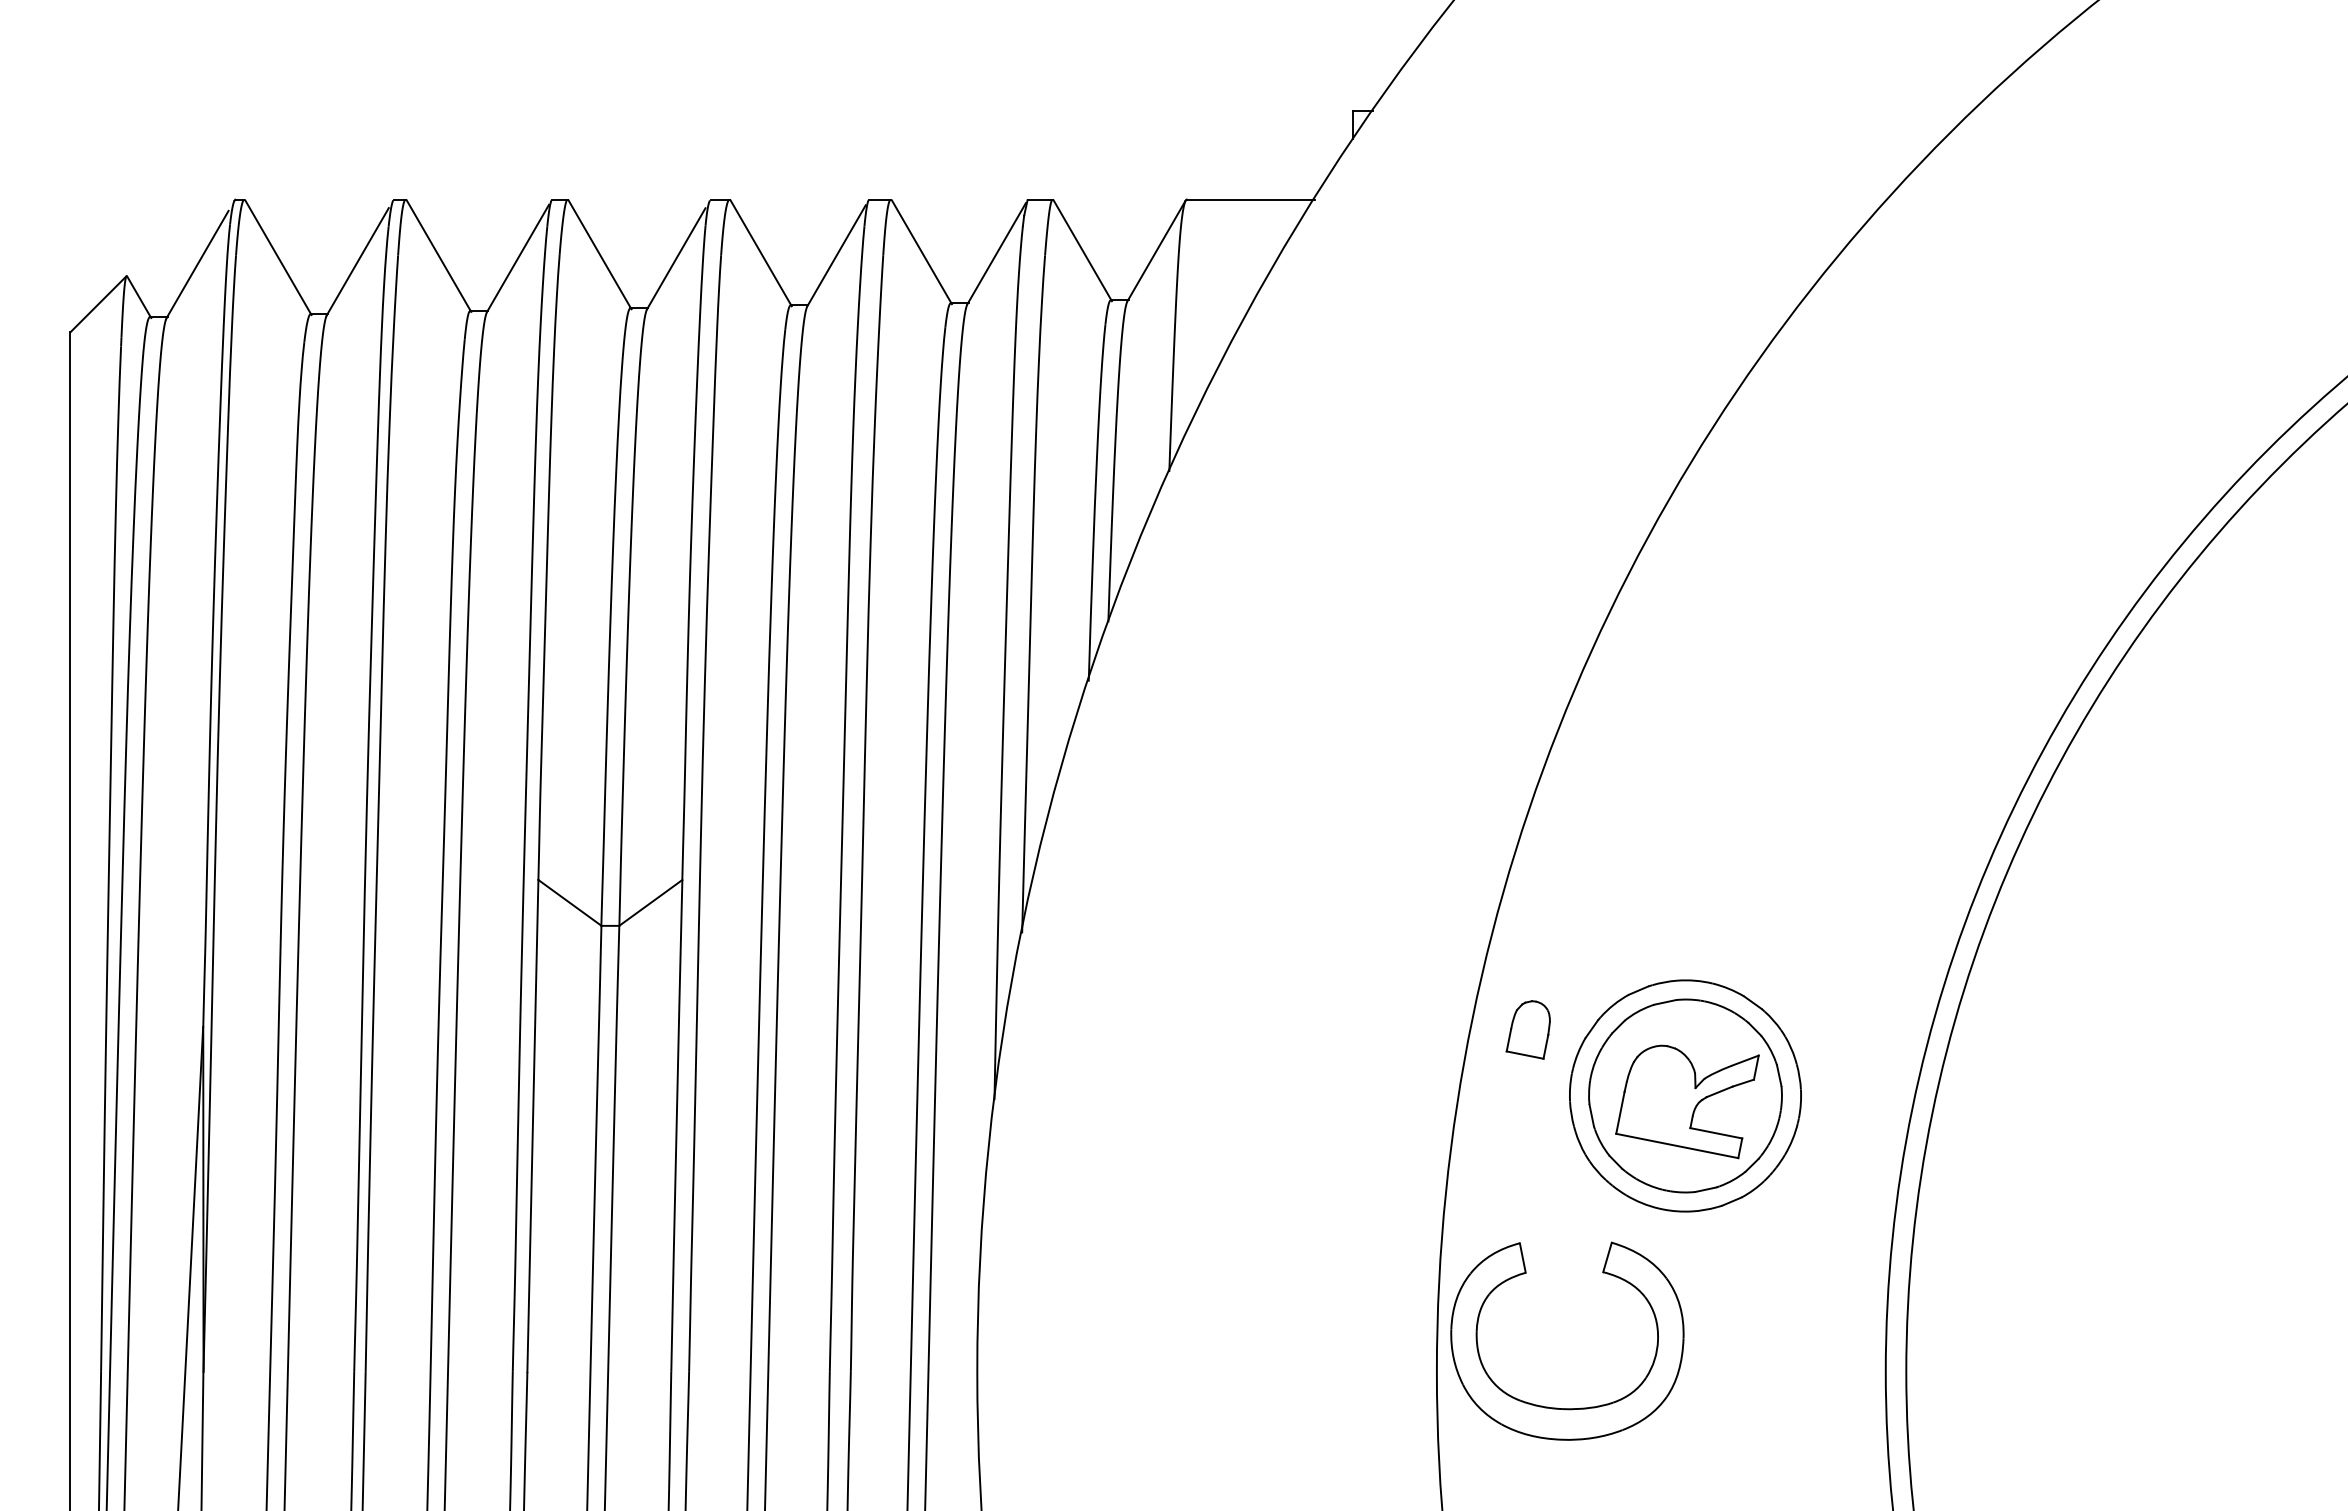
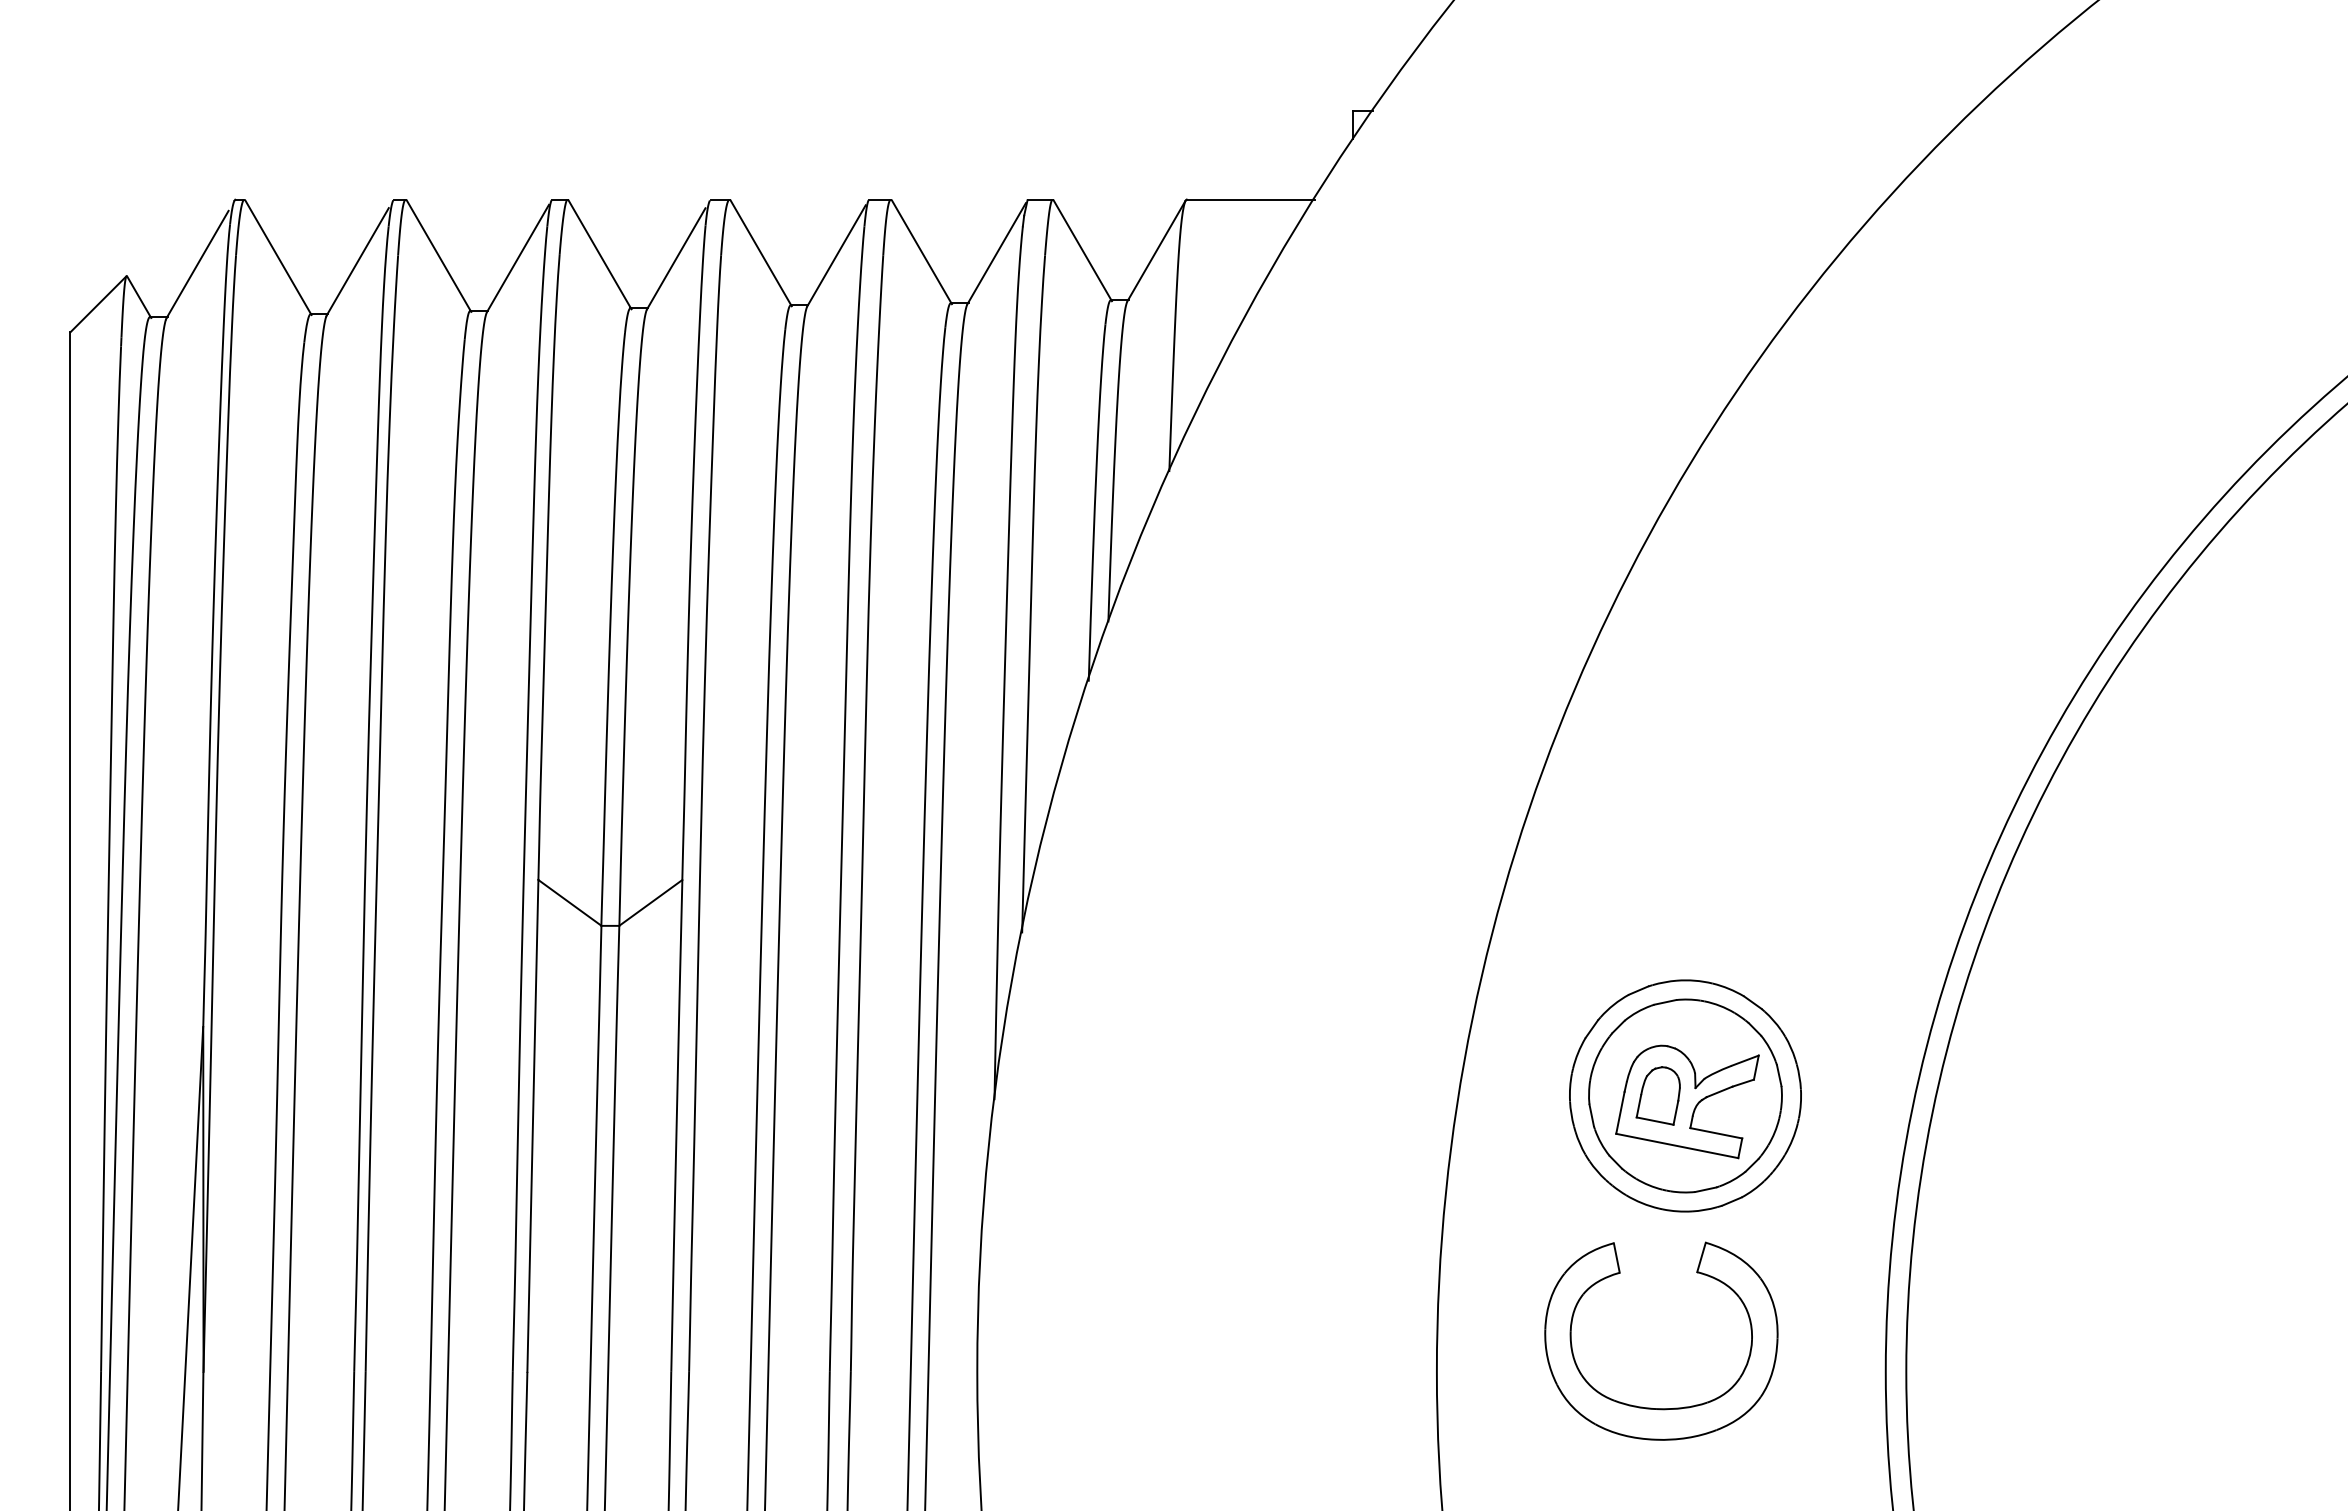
part at (1527, 1029) position: (1527, 1029) -> (1657, 1095)
part at (1557, 1407) position: (1557, 1407) -> (1651, 1407)
